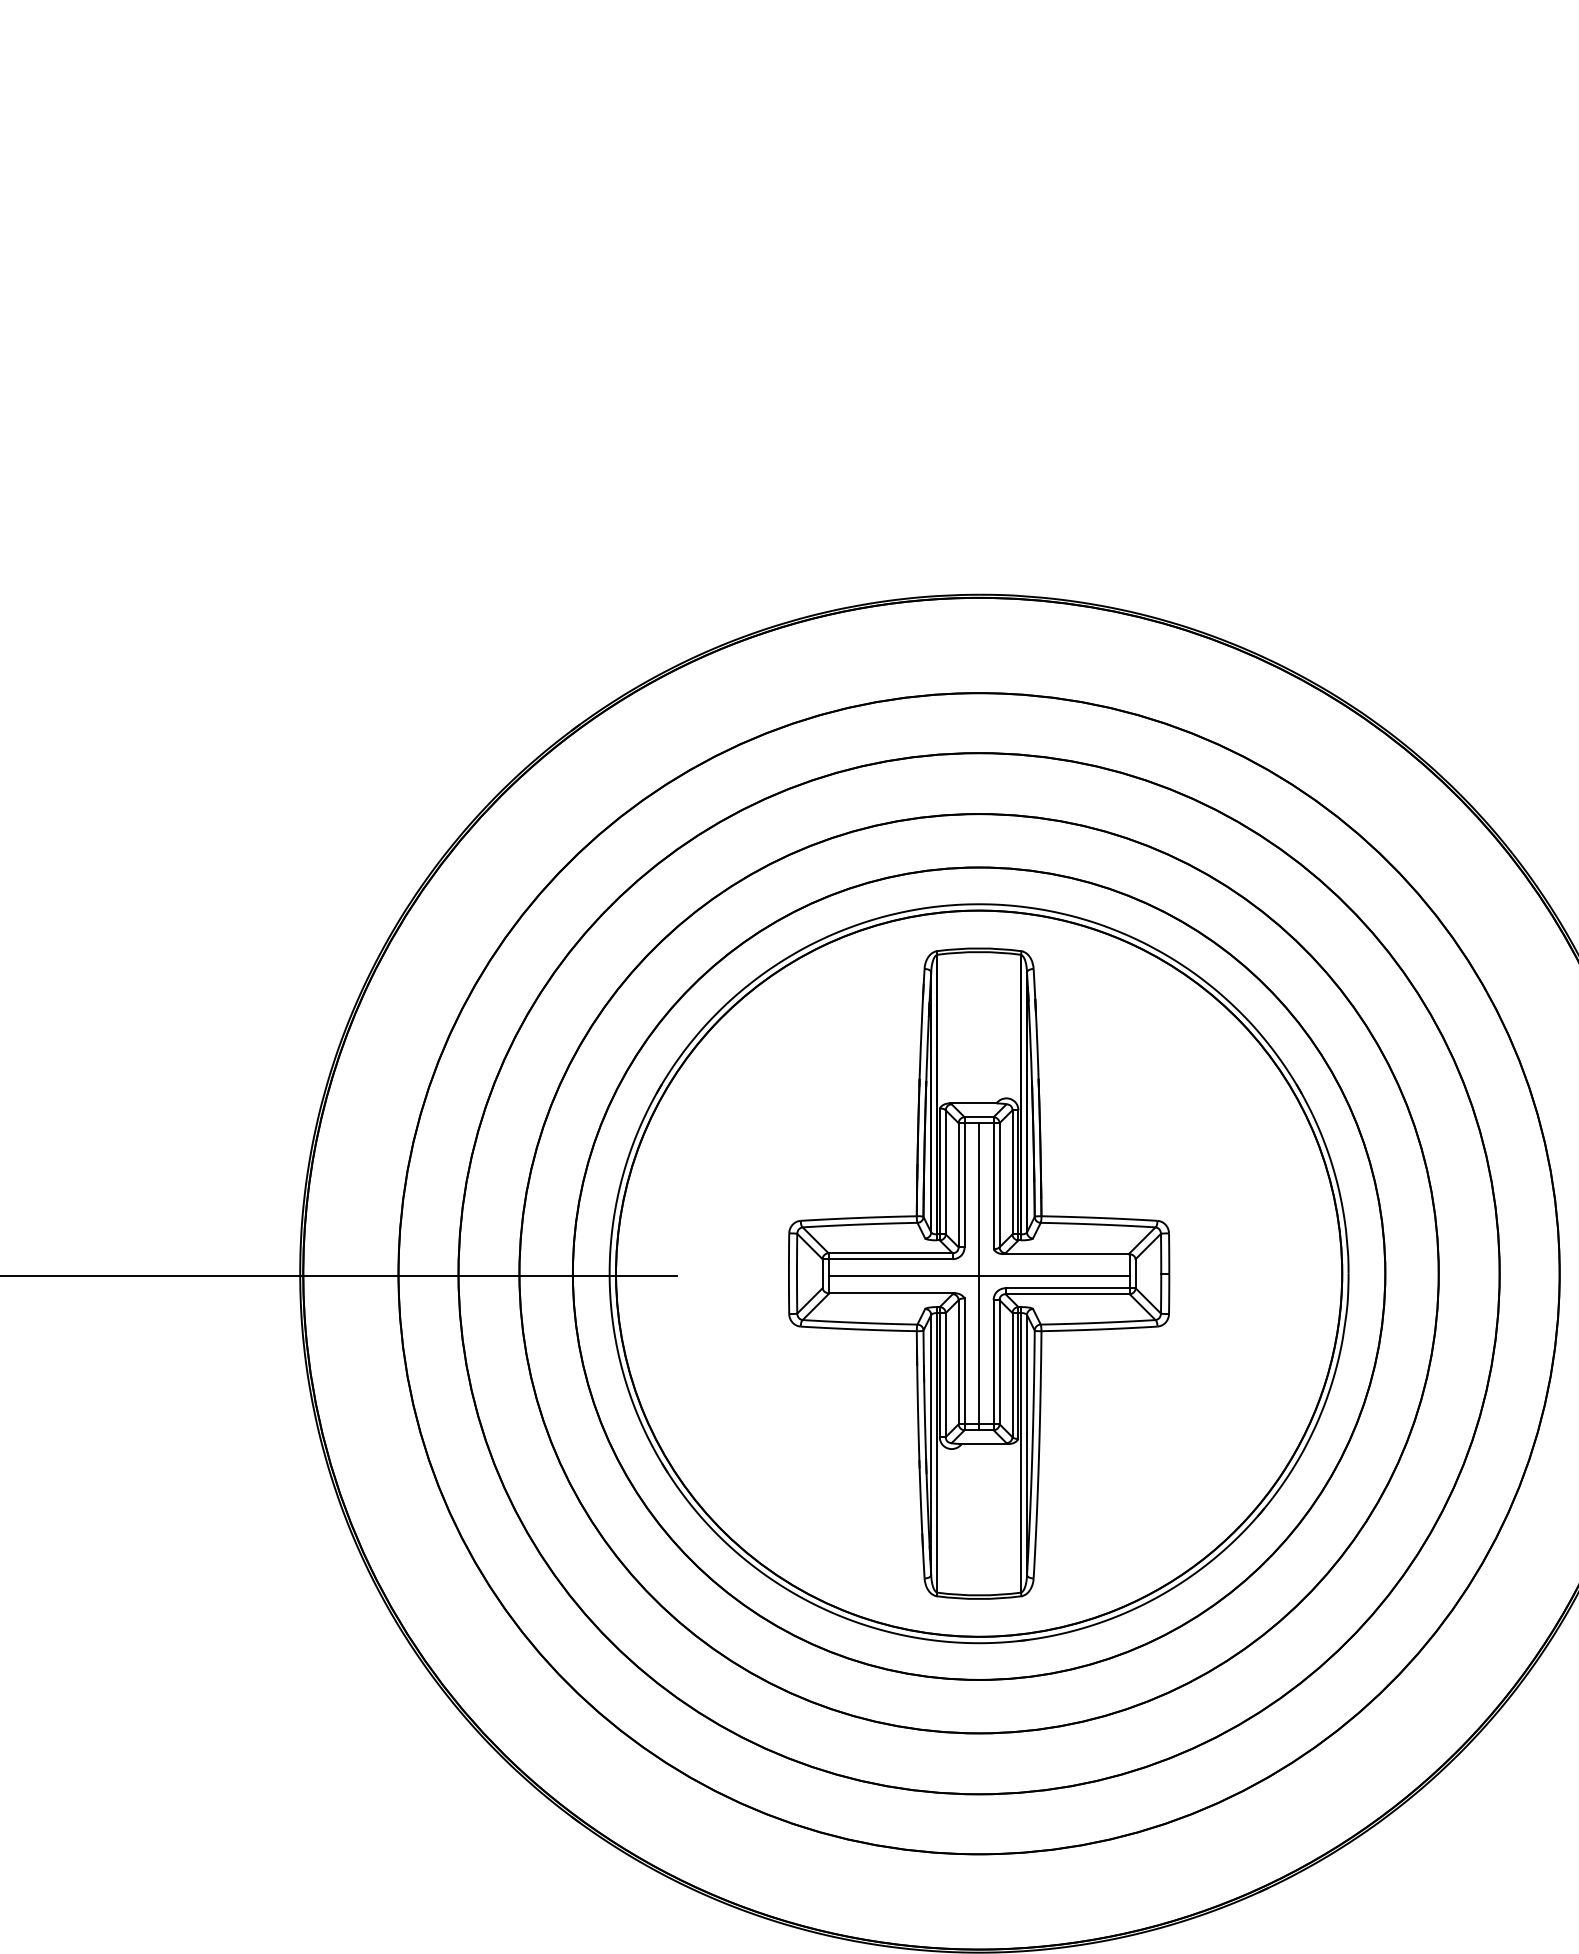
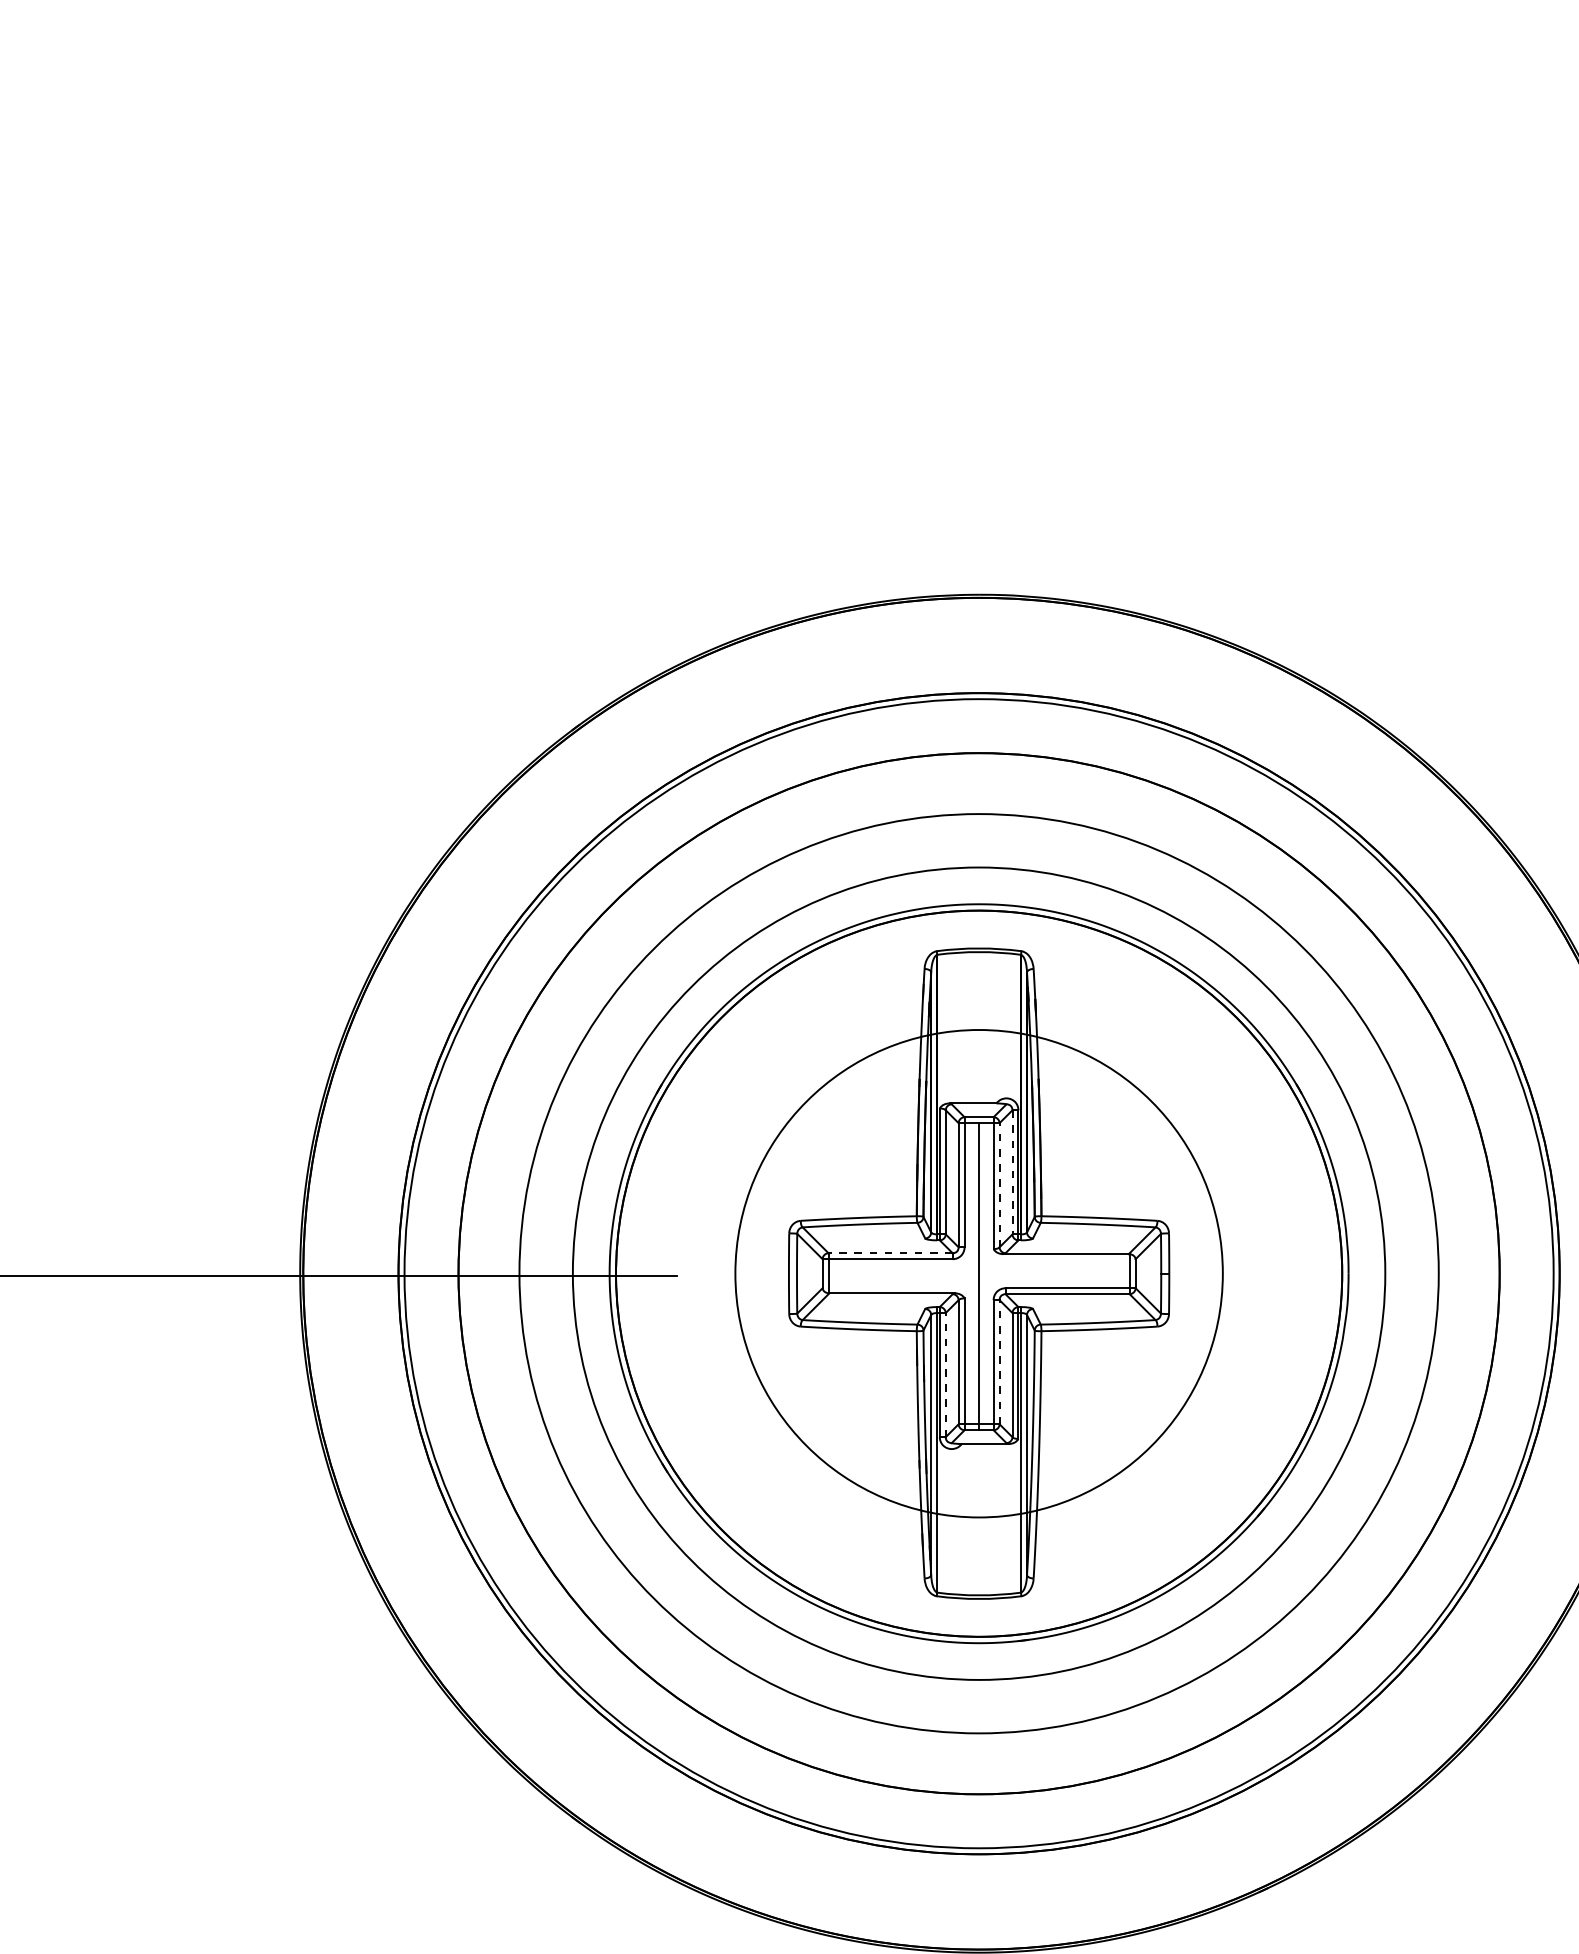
line at (1012, 1172): solid -> dashed
line at (999, 1184): solid -> dashed
line at (890, 1253): solid -> dashed
circle at (978, 1273) diameter: 812 px -> 487 px
circle at (978, 1273) diameter: 919 px -> 1149 px
line at (978, 1276): present -> none
line at (999, 1361): solid -> dashed
line at (945, 1374): solid -> dashed
